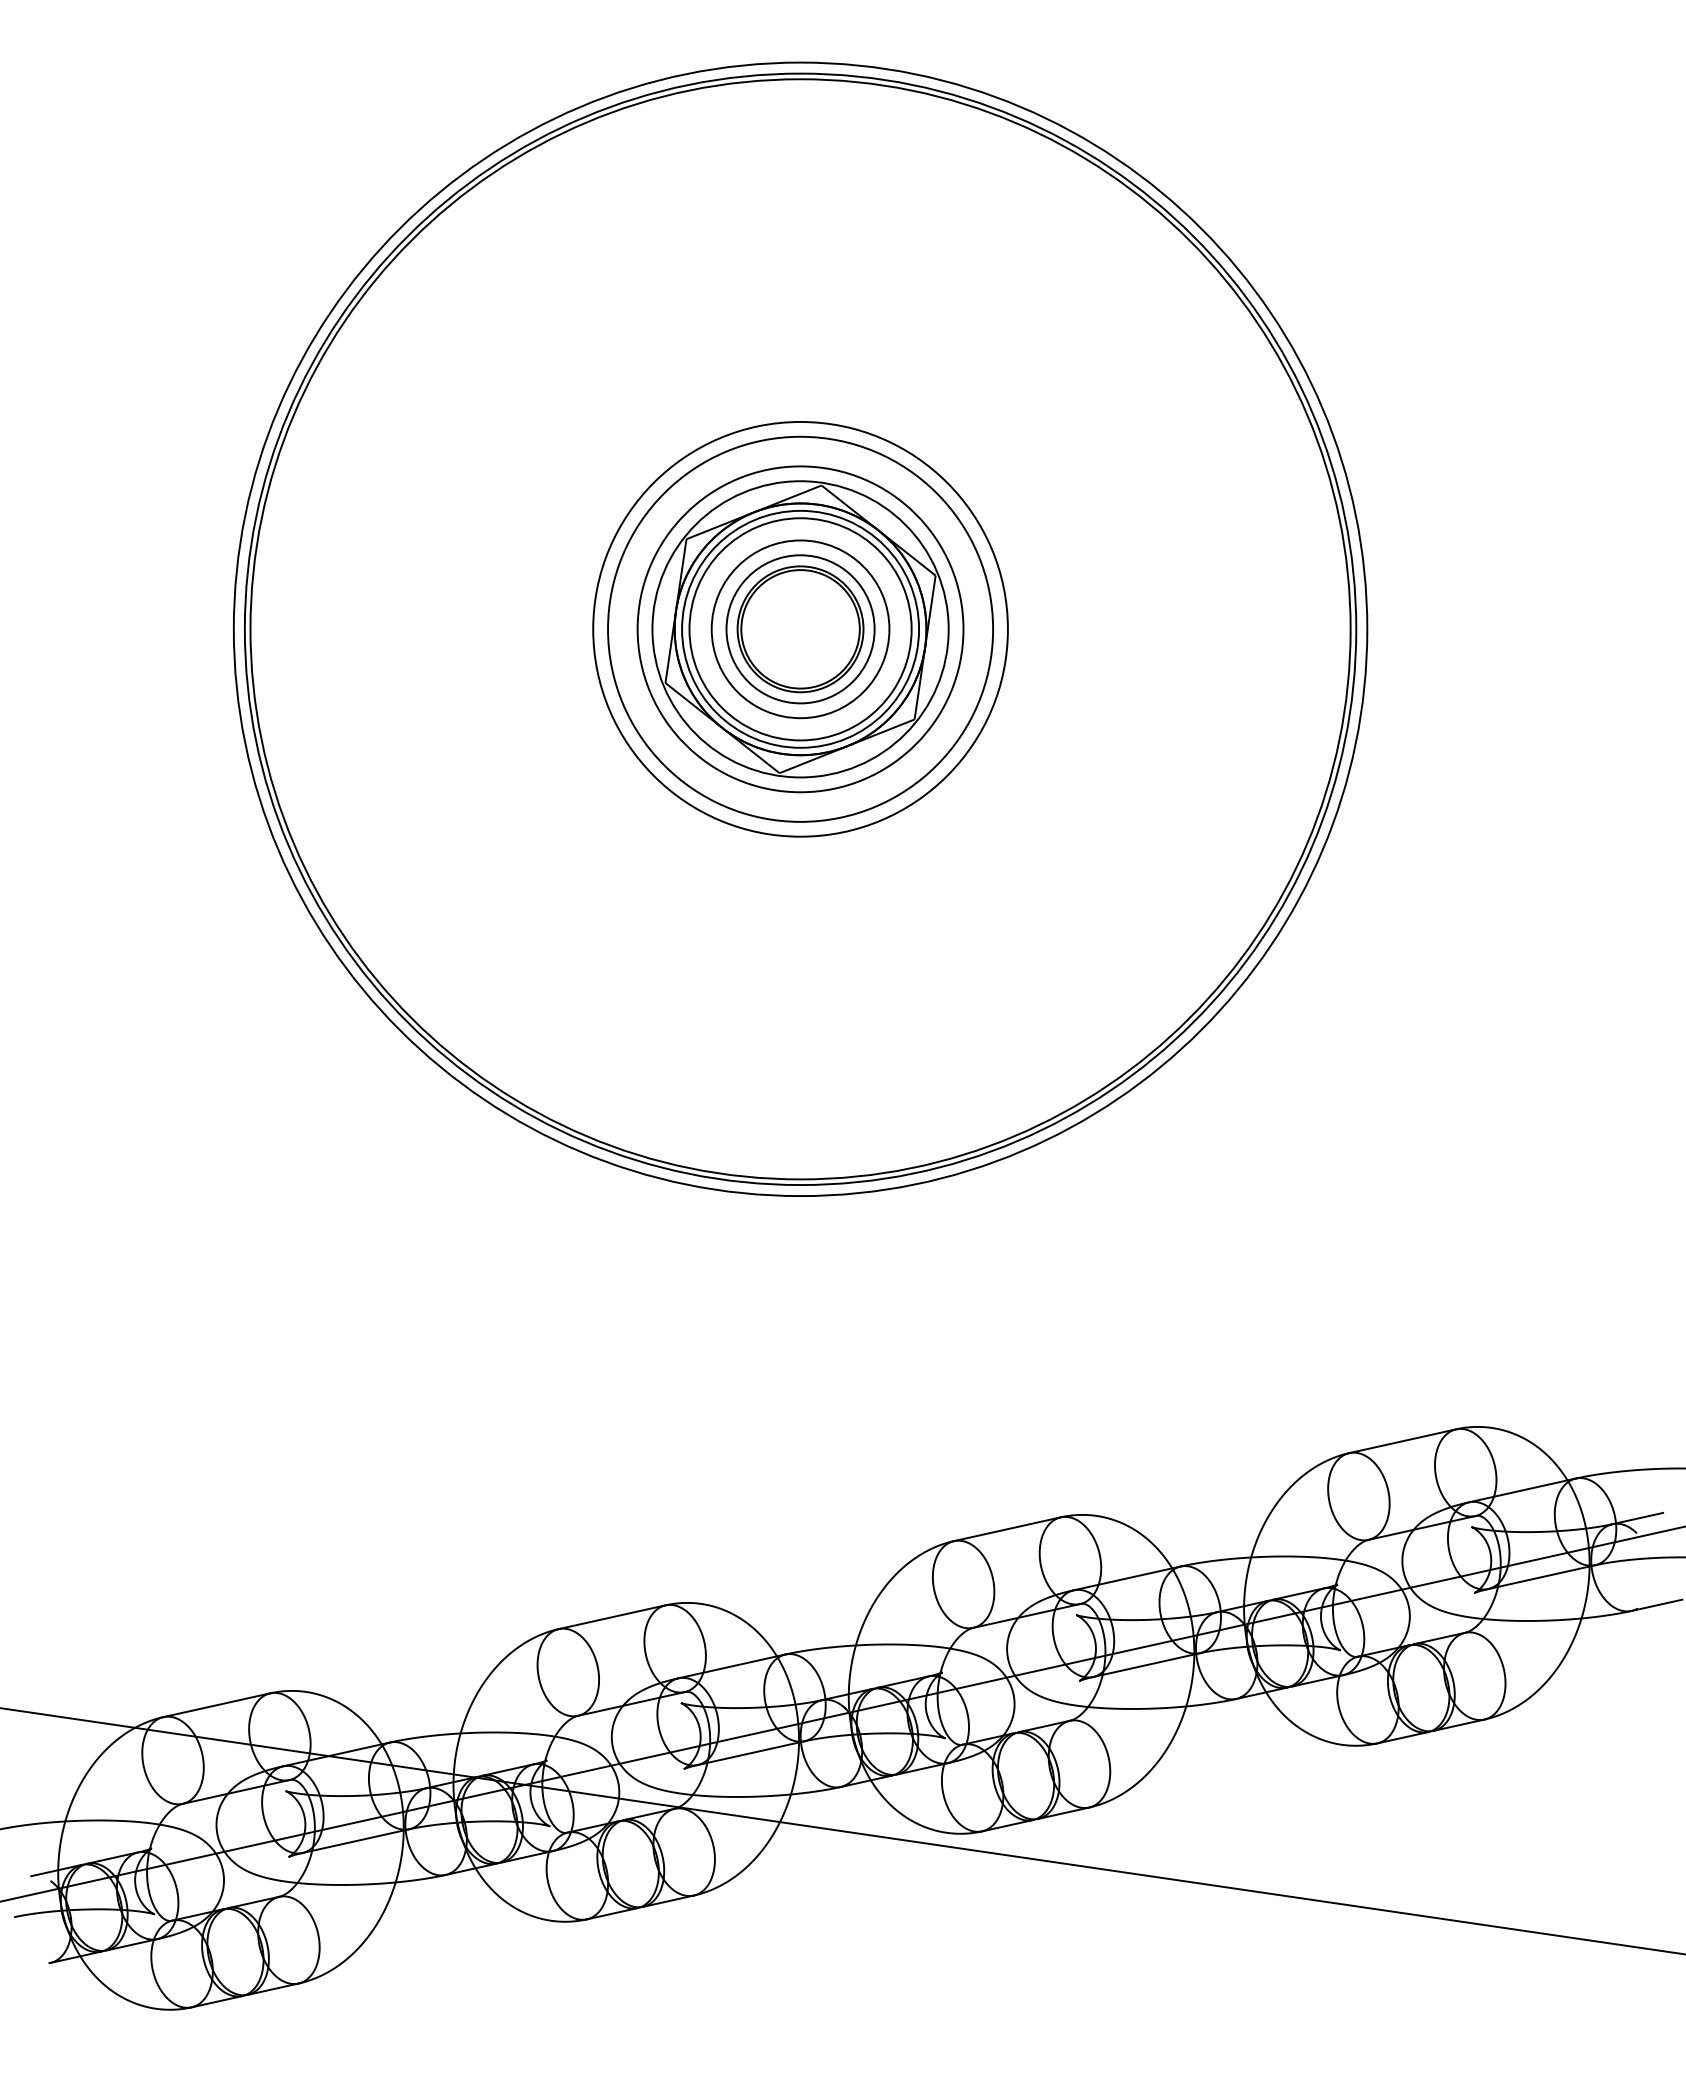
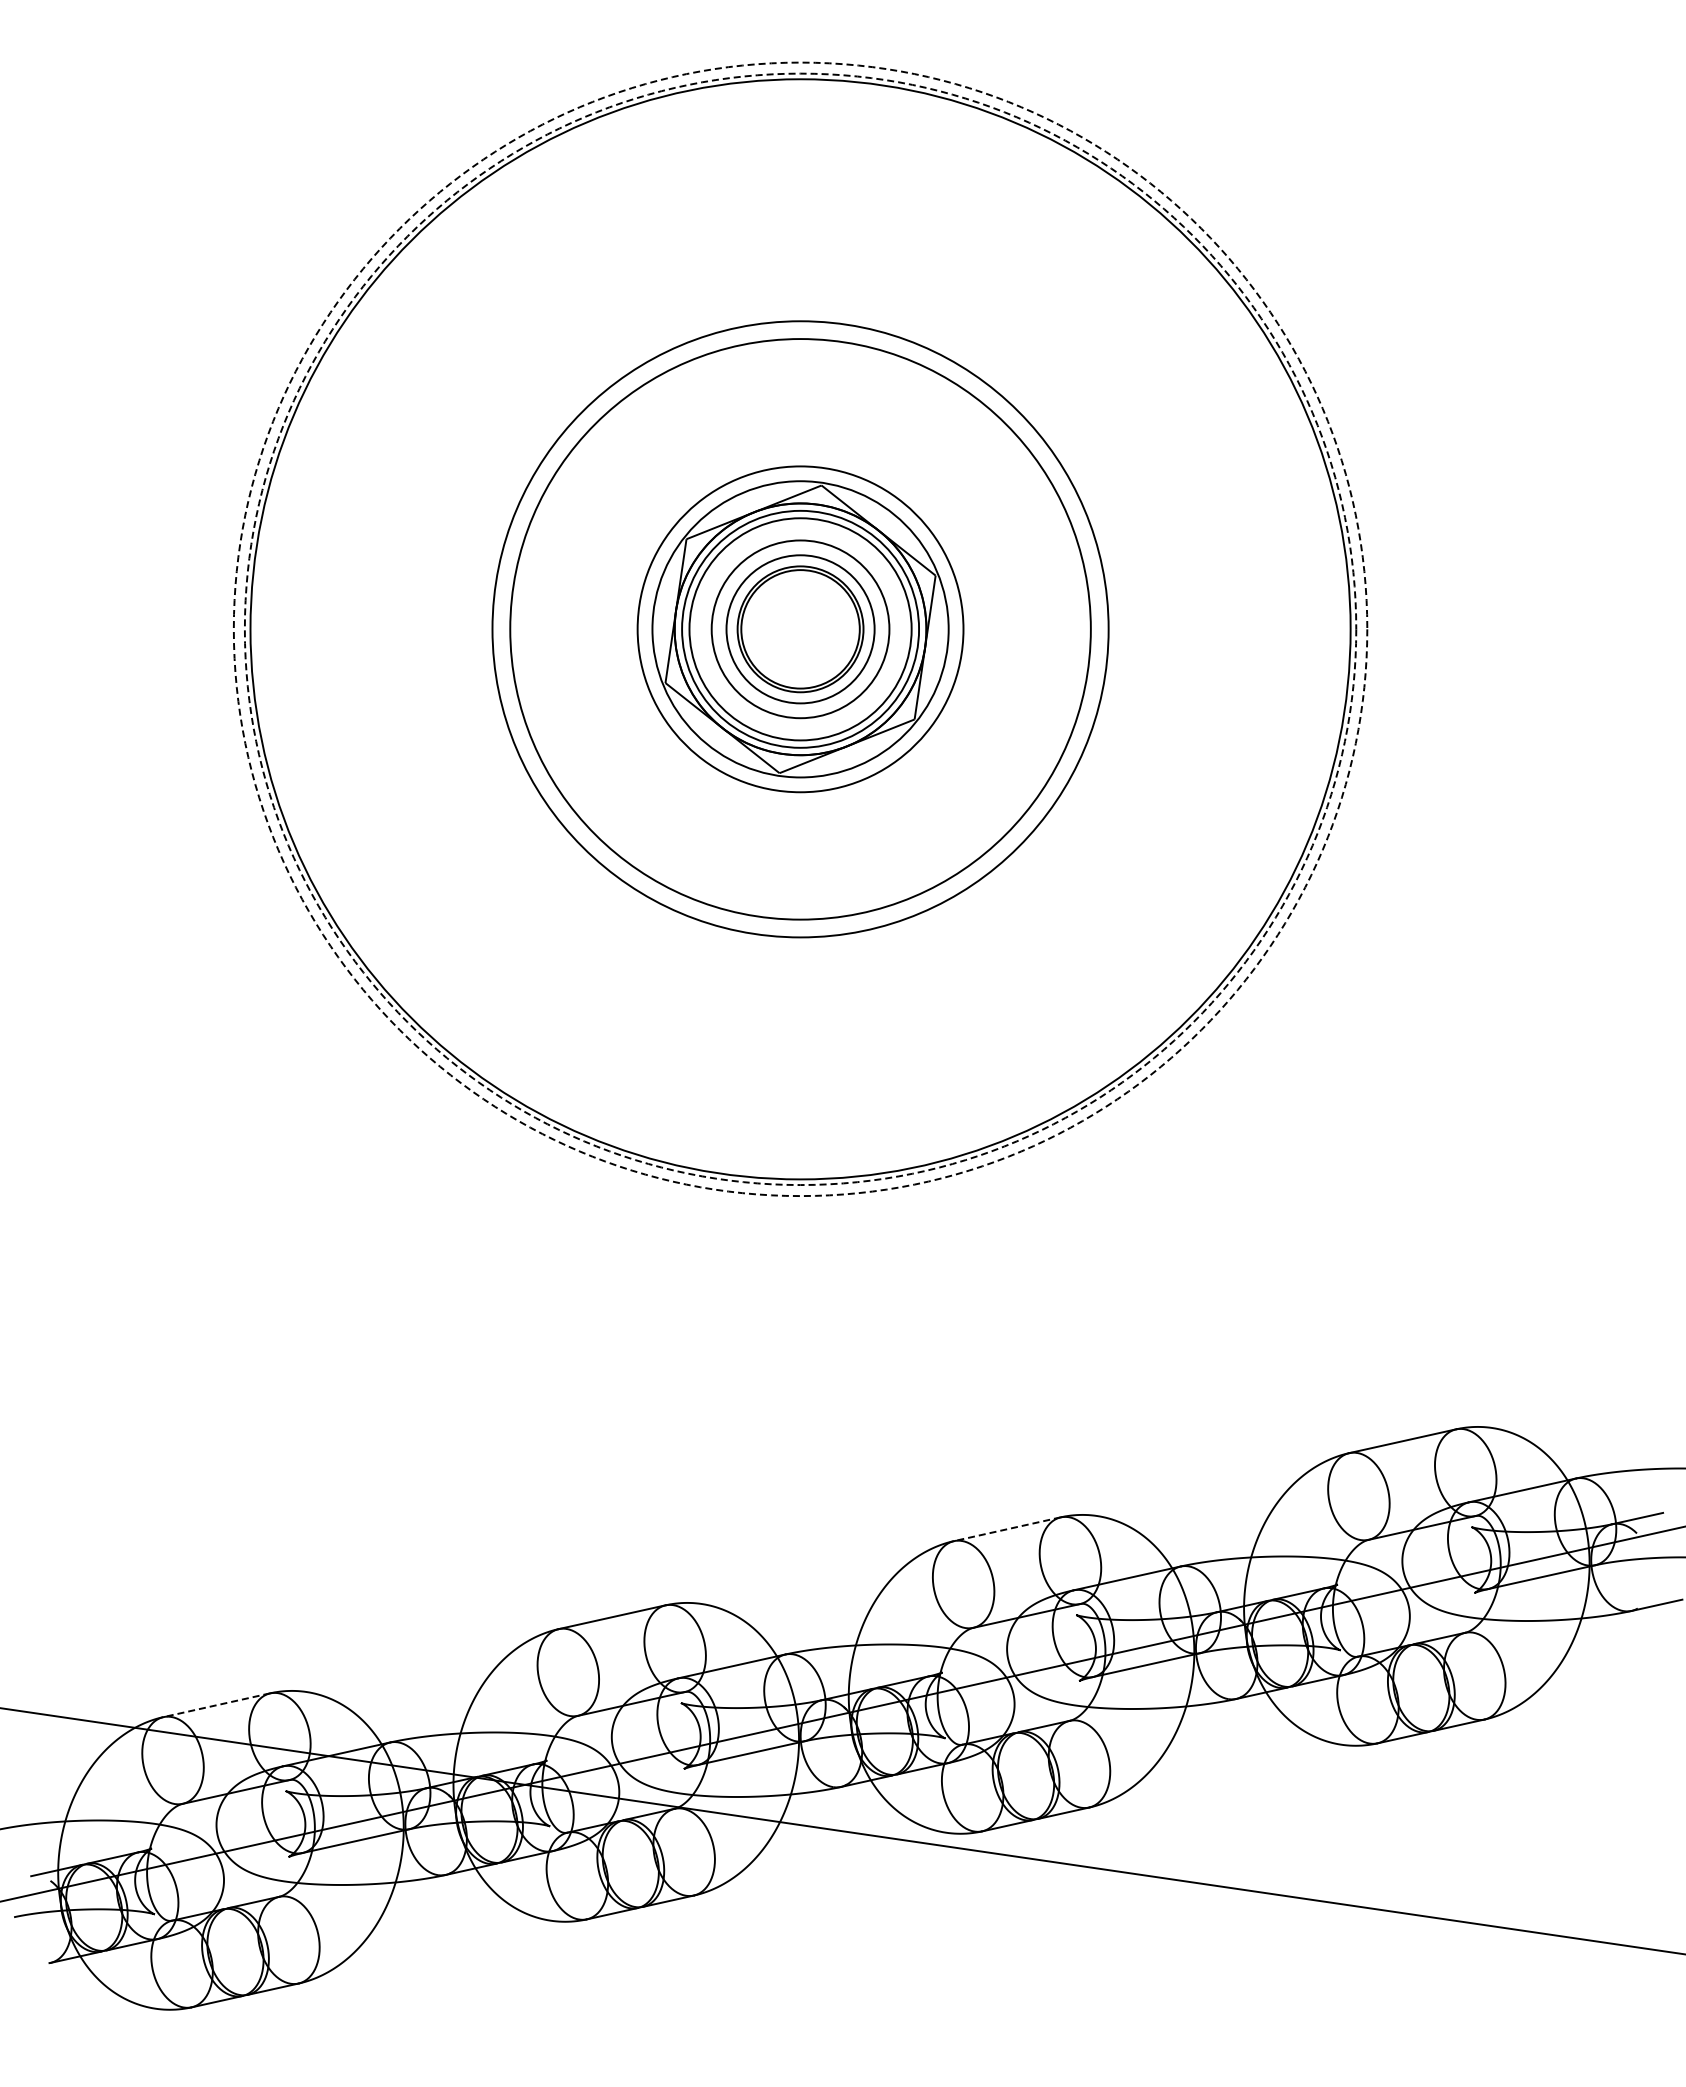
circle at (800, 628) diameter: 385 px -> 616 px
circle at (800, 628) diameter: 415 px -> 581 px
circle at (800, 629): solid -> dashed
circle at (800, 629): solid -> dashed
line at (1007, 1529): solid -> dashed
line at (216, 1705): solid -> dashed
